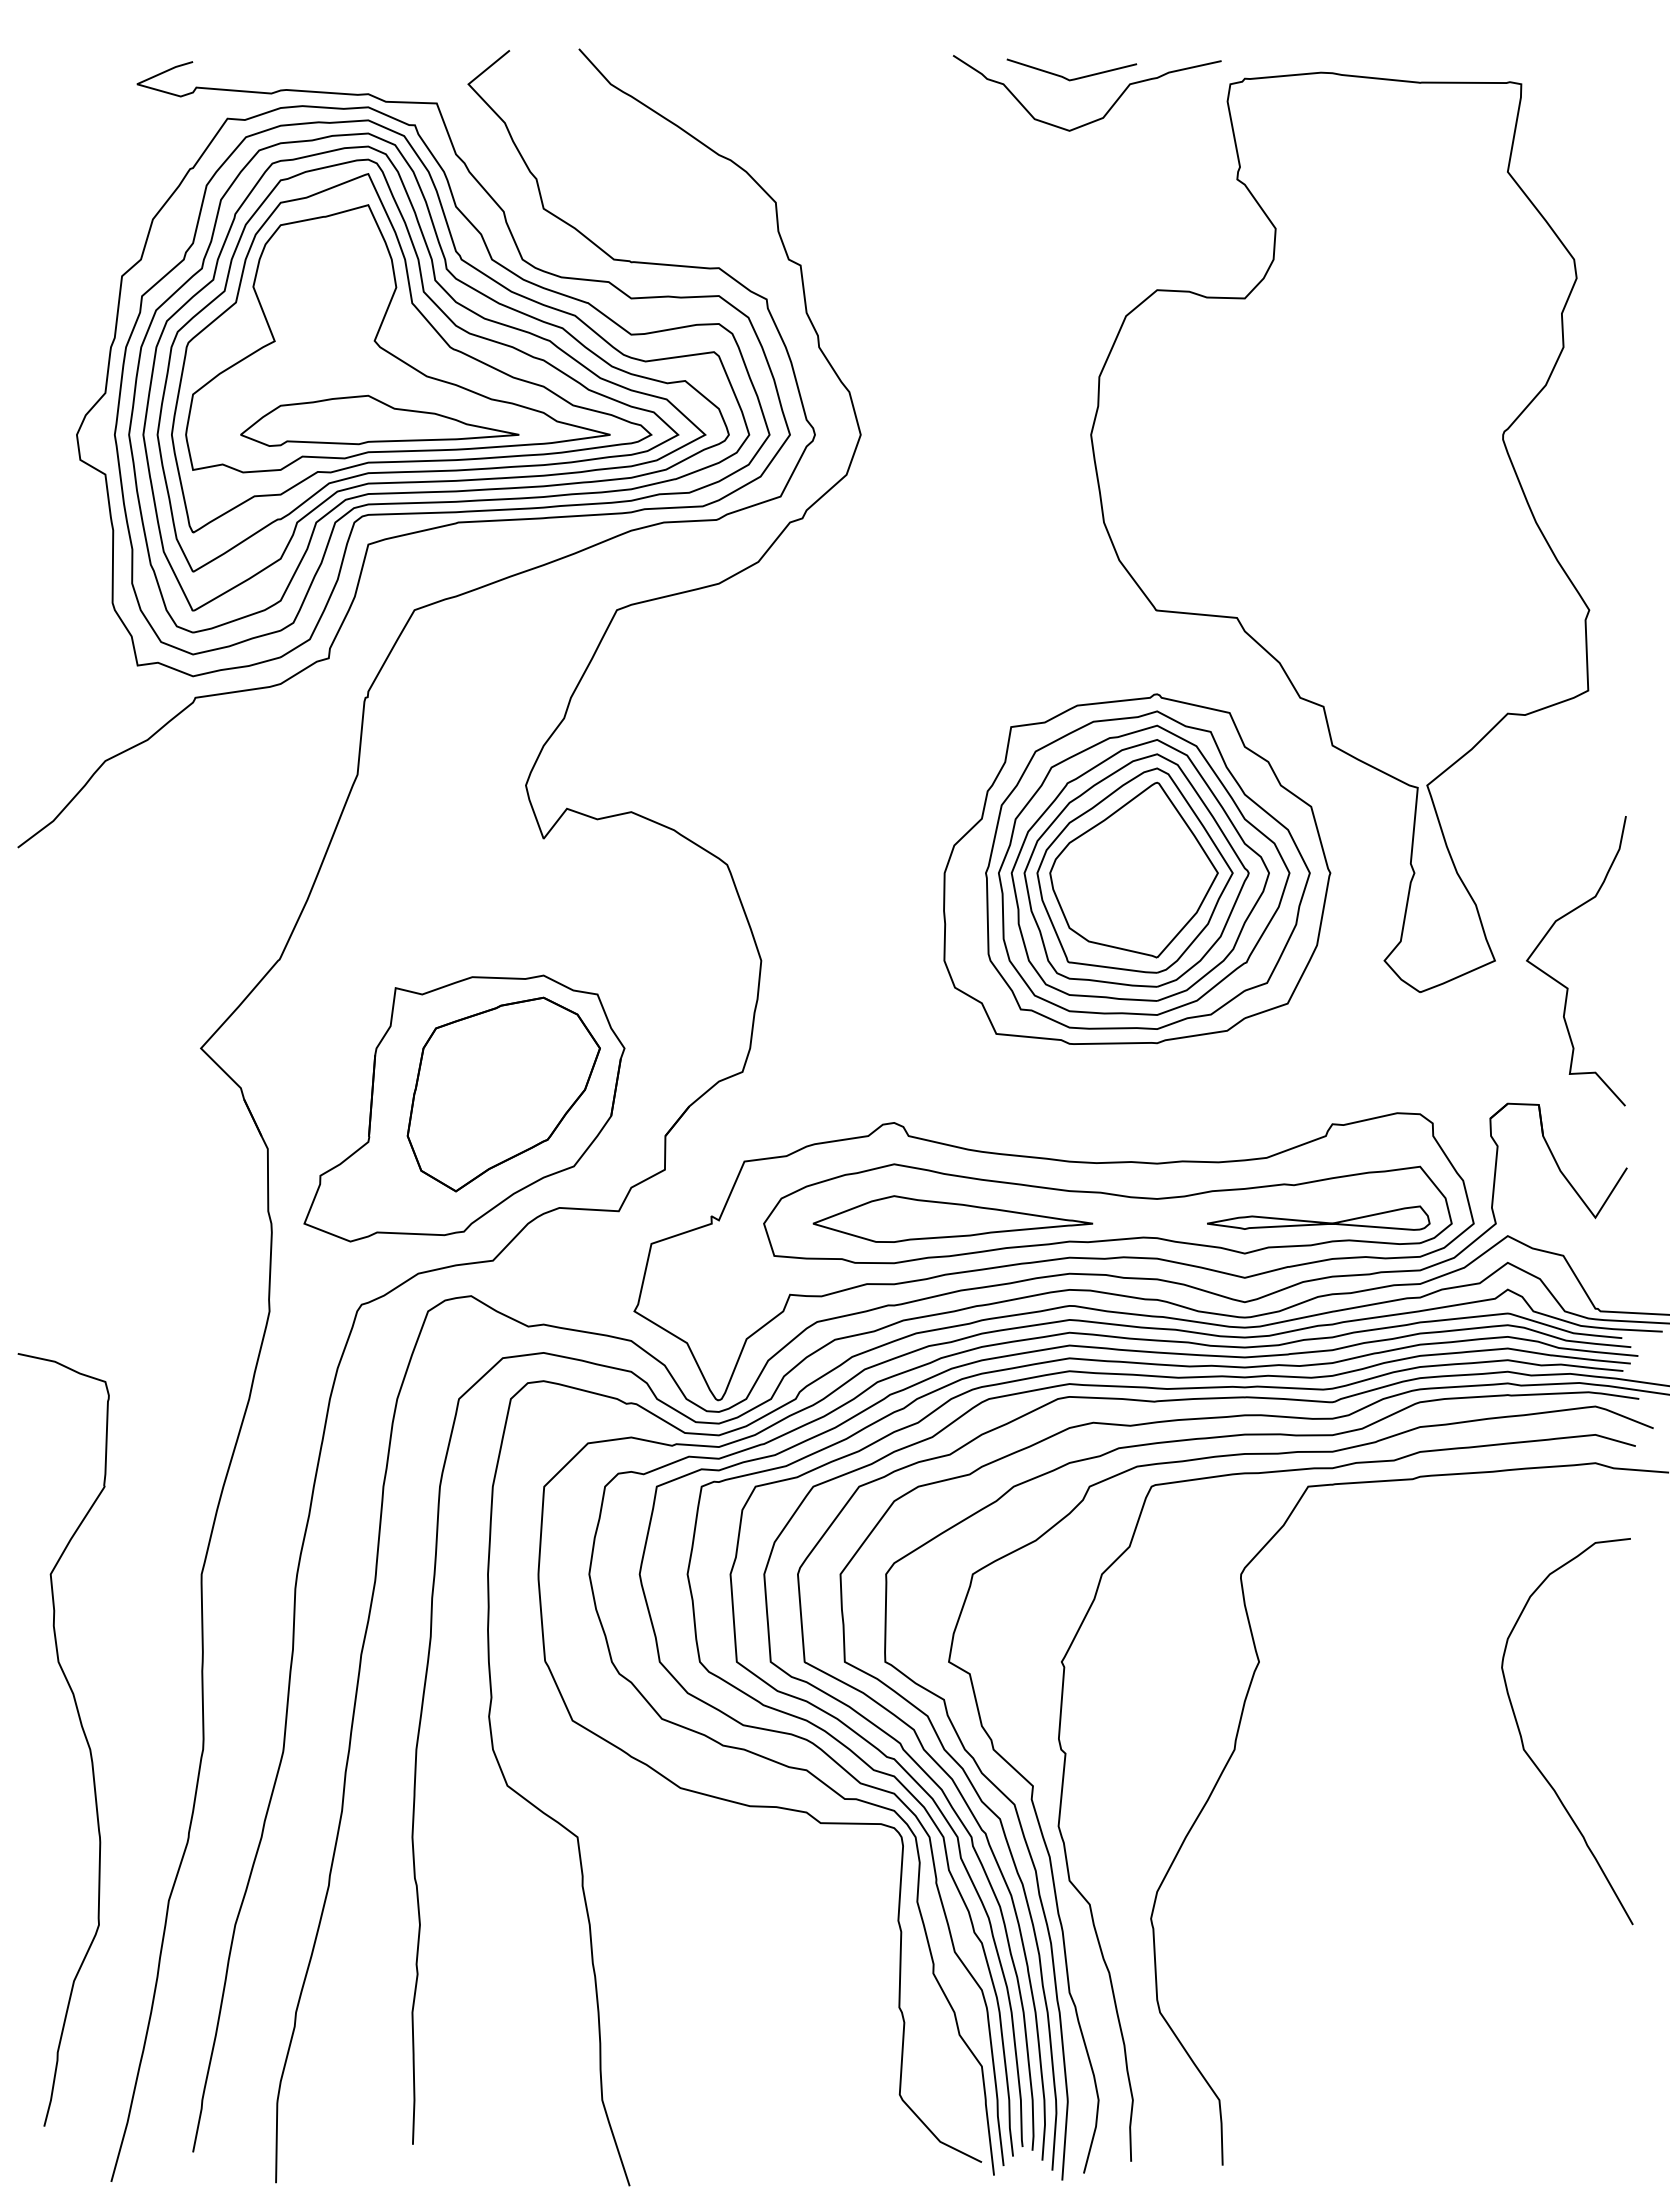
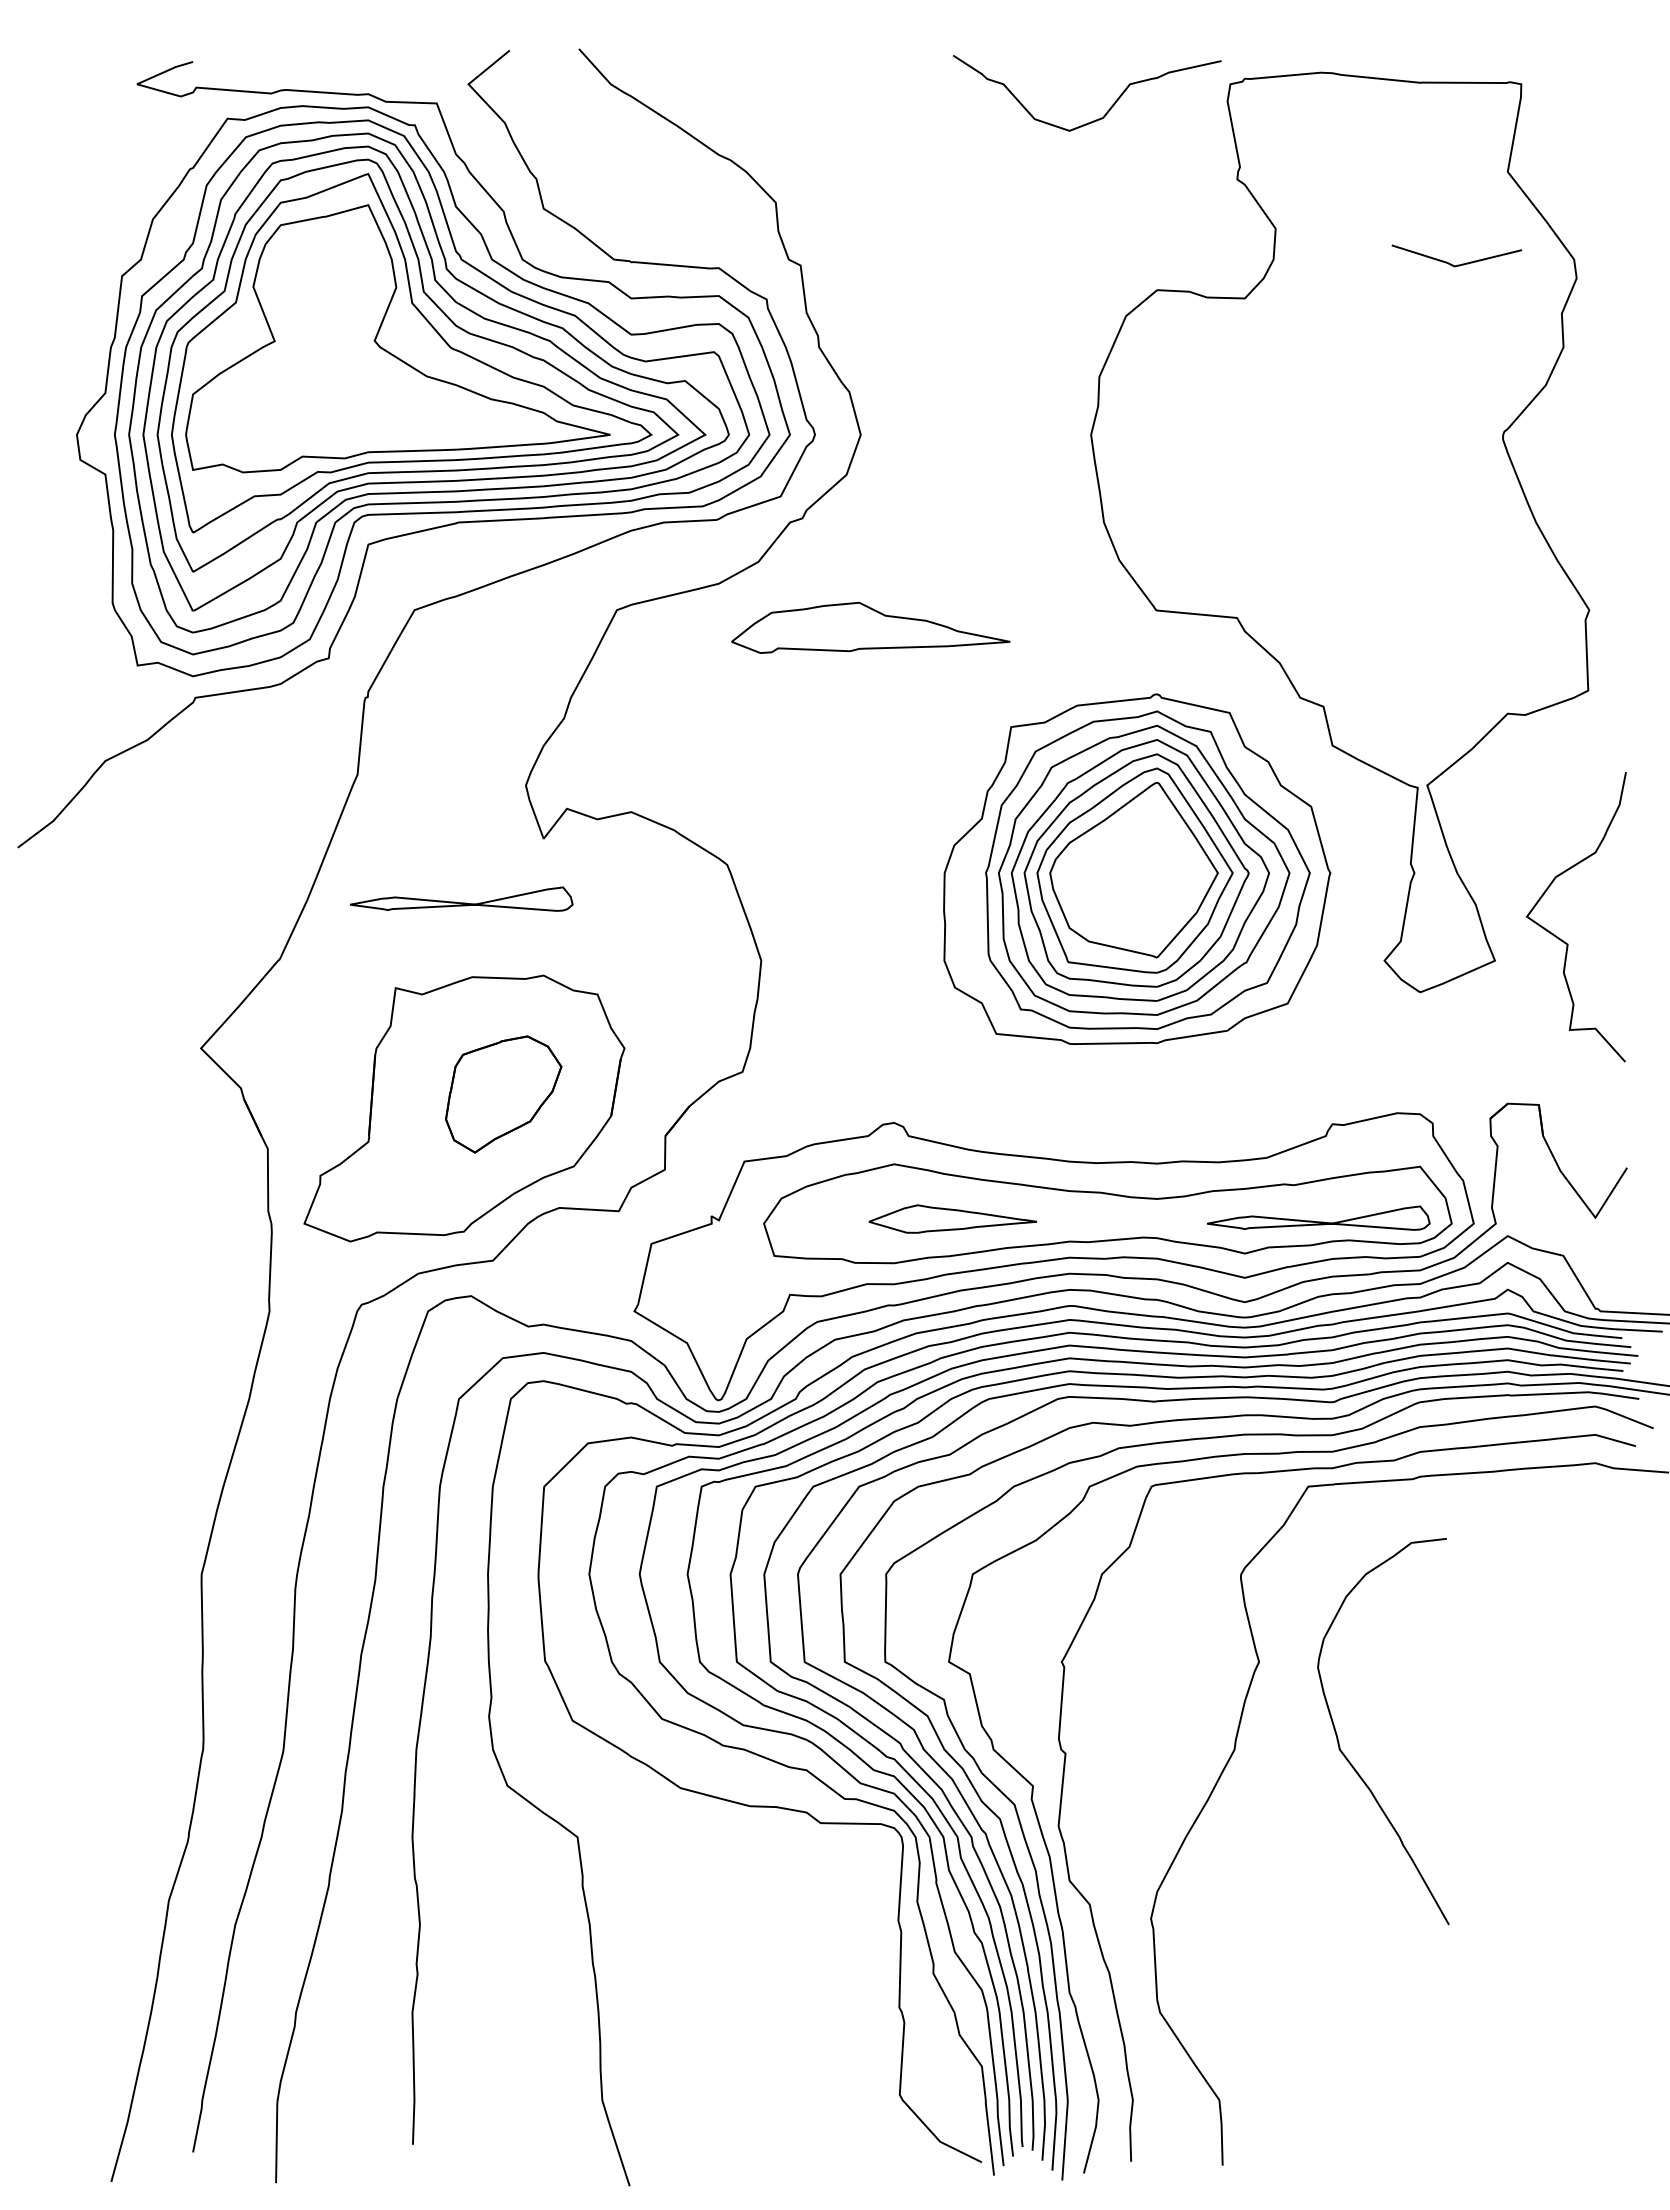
line at (1072, 78) position: (1072, 78) -> (1457, 264)
part at (379, 420) position: (379, 420) -> (870, 627)
part at (461, 898): none -> present
curve at (1562, 983) position: (1562, 983) -> (1562, 939)
part at (503, 1094) size: 195x197 px -> 118x119 px
part at (952, 1218) size: 282x48 px -> 170x30 px
curve at (82, 1731): present -> none
curve at (1530, 1756) position: (1530, 1756) -> (1346, 1756)
